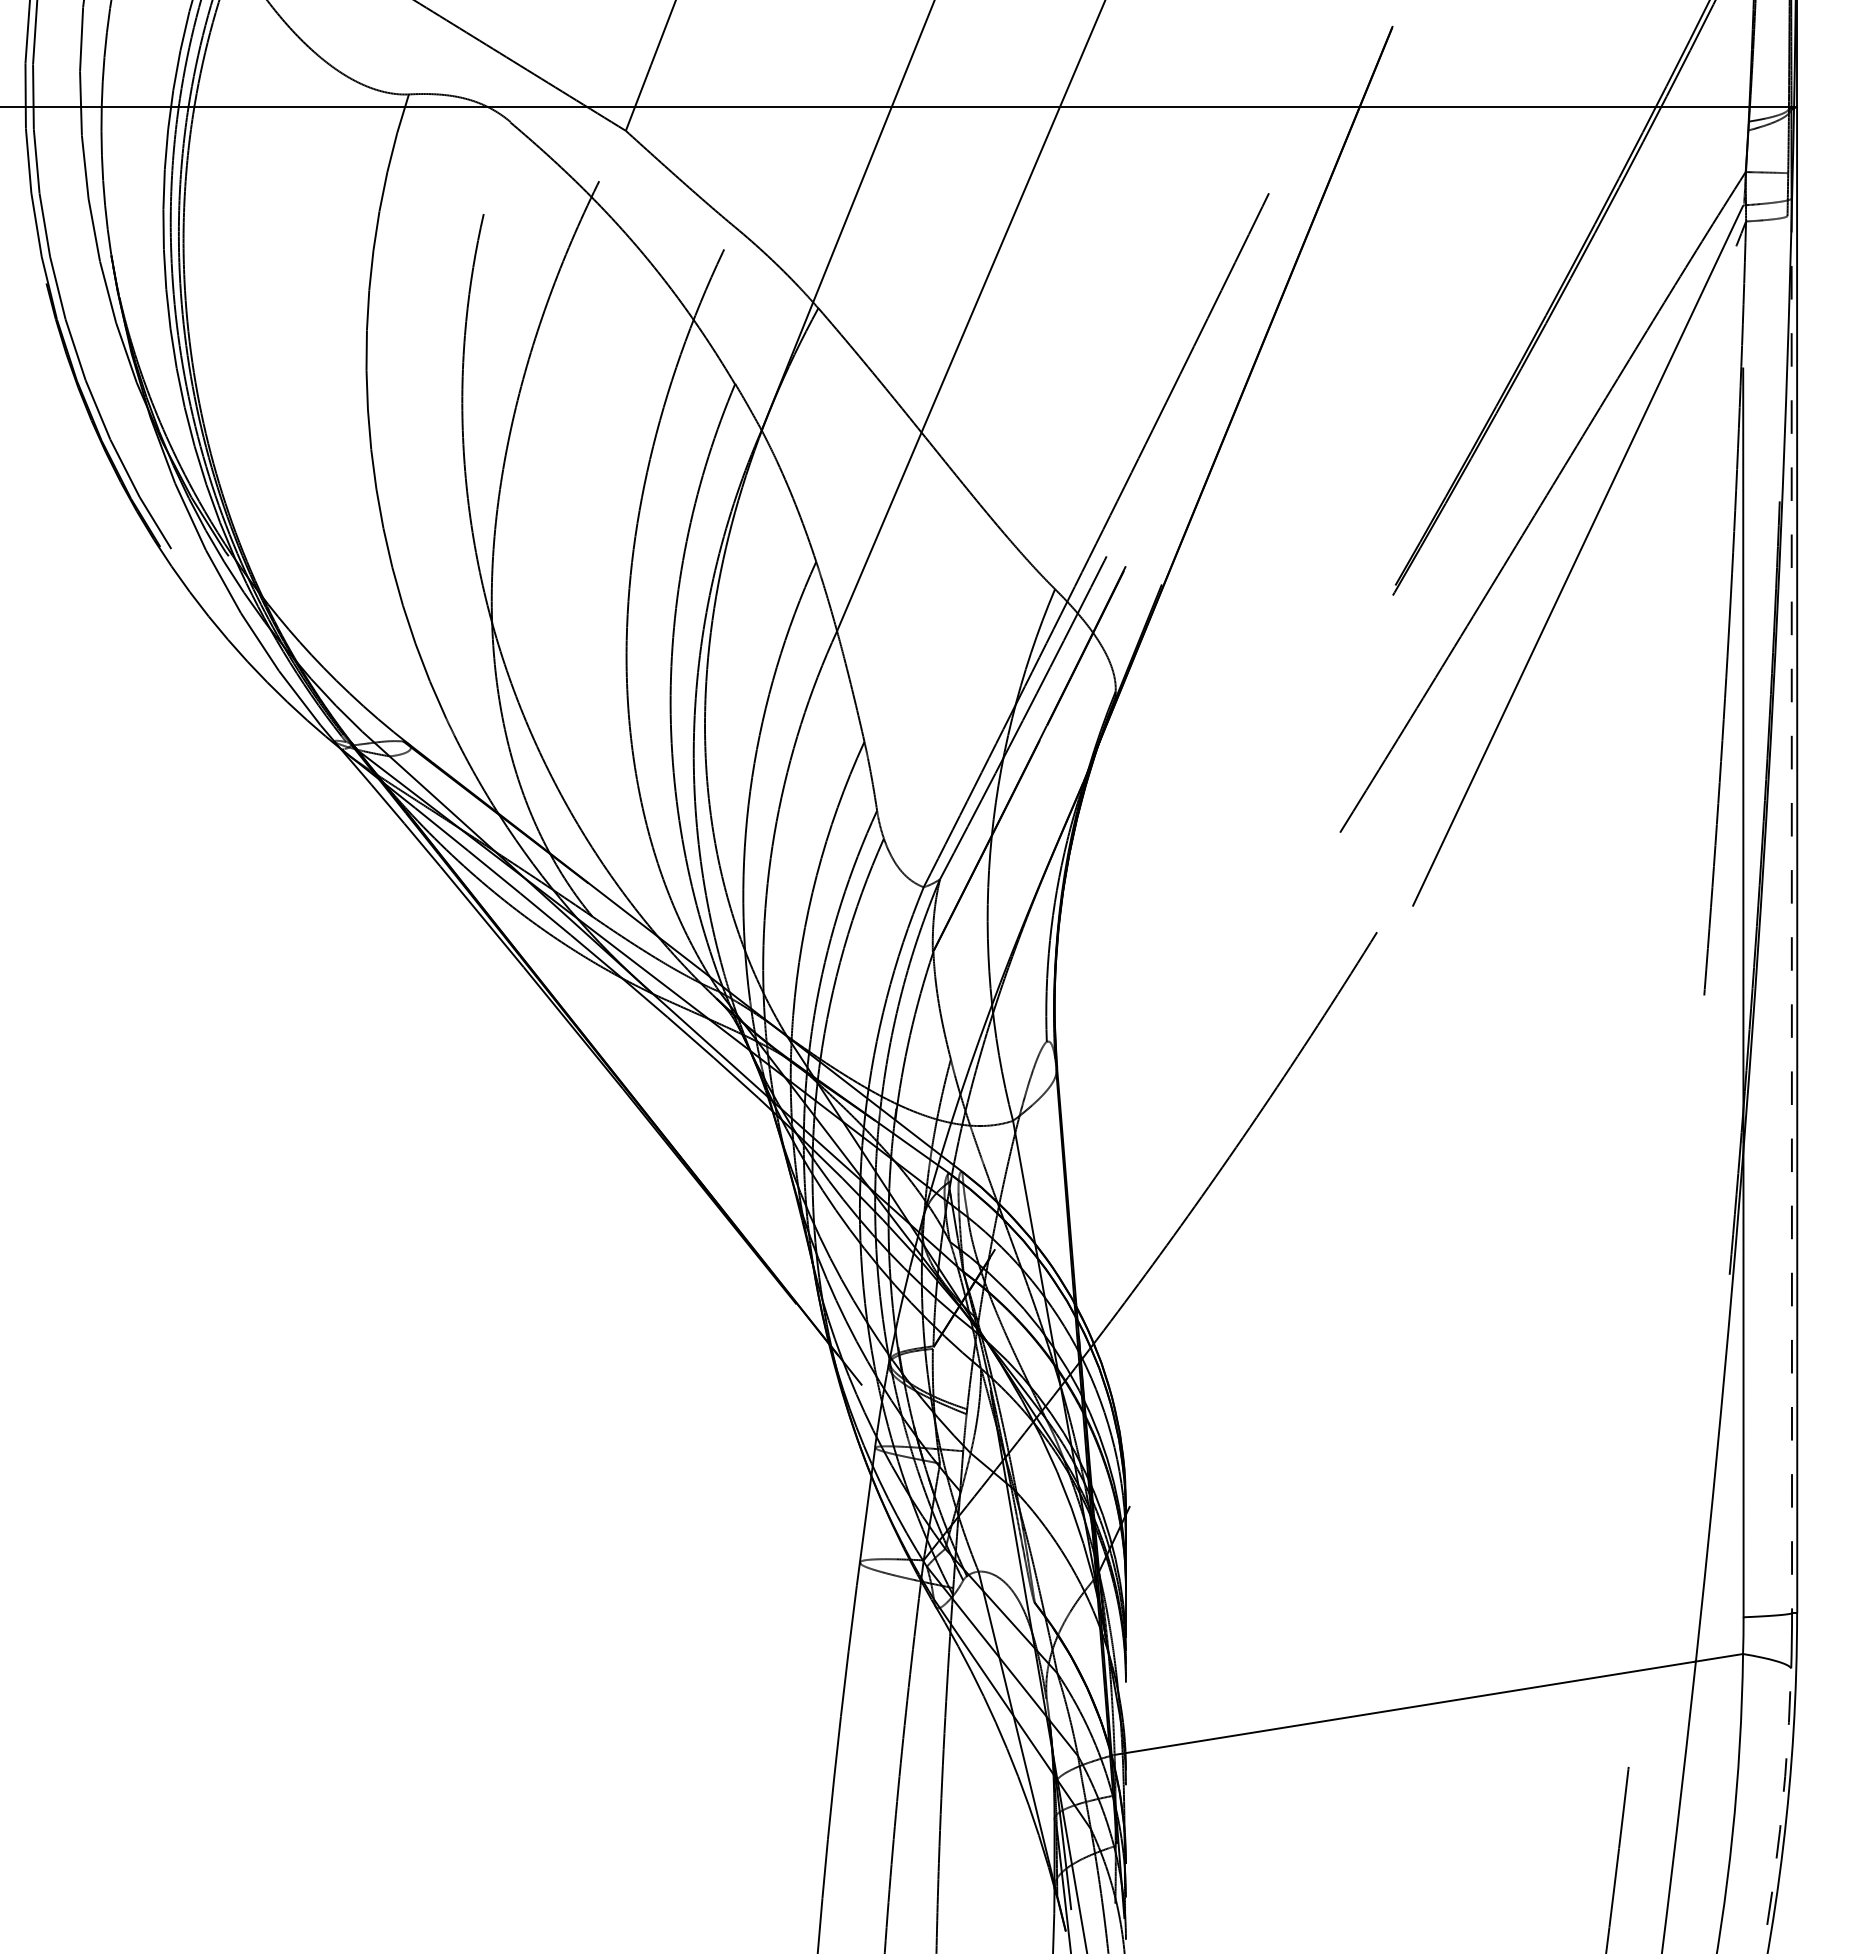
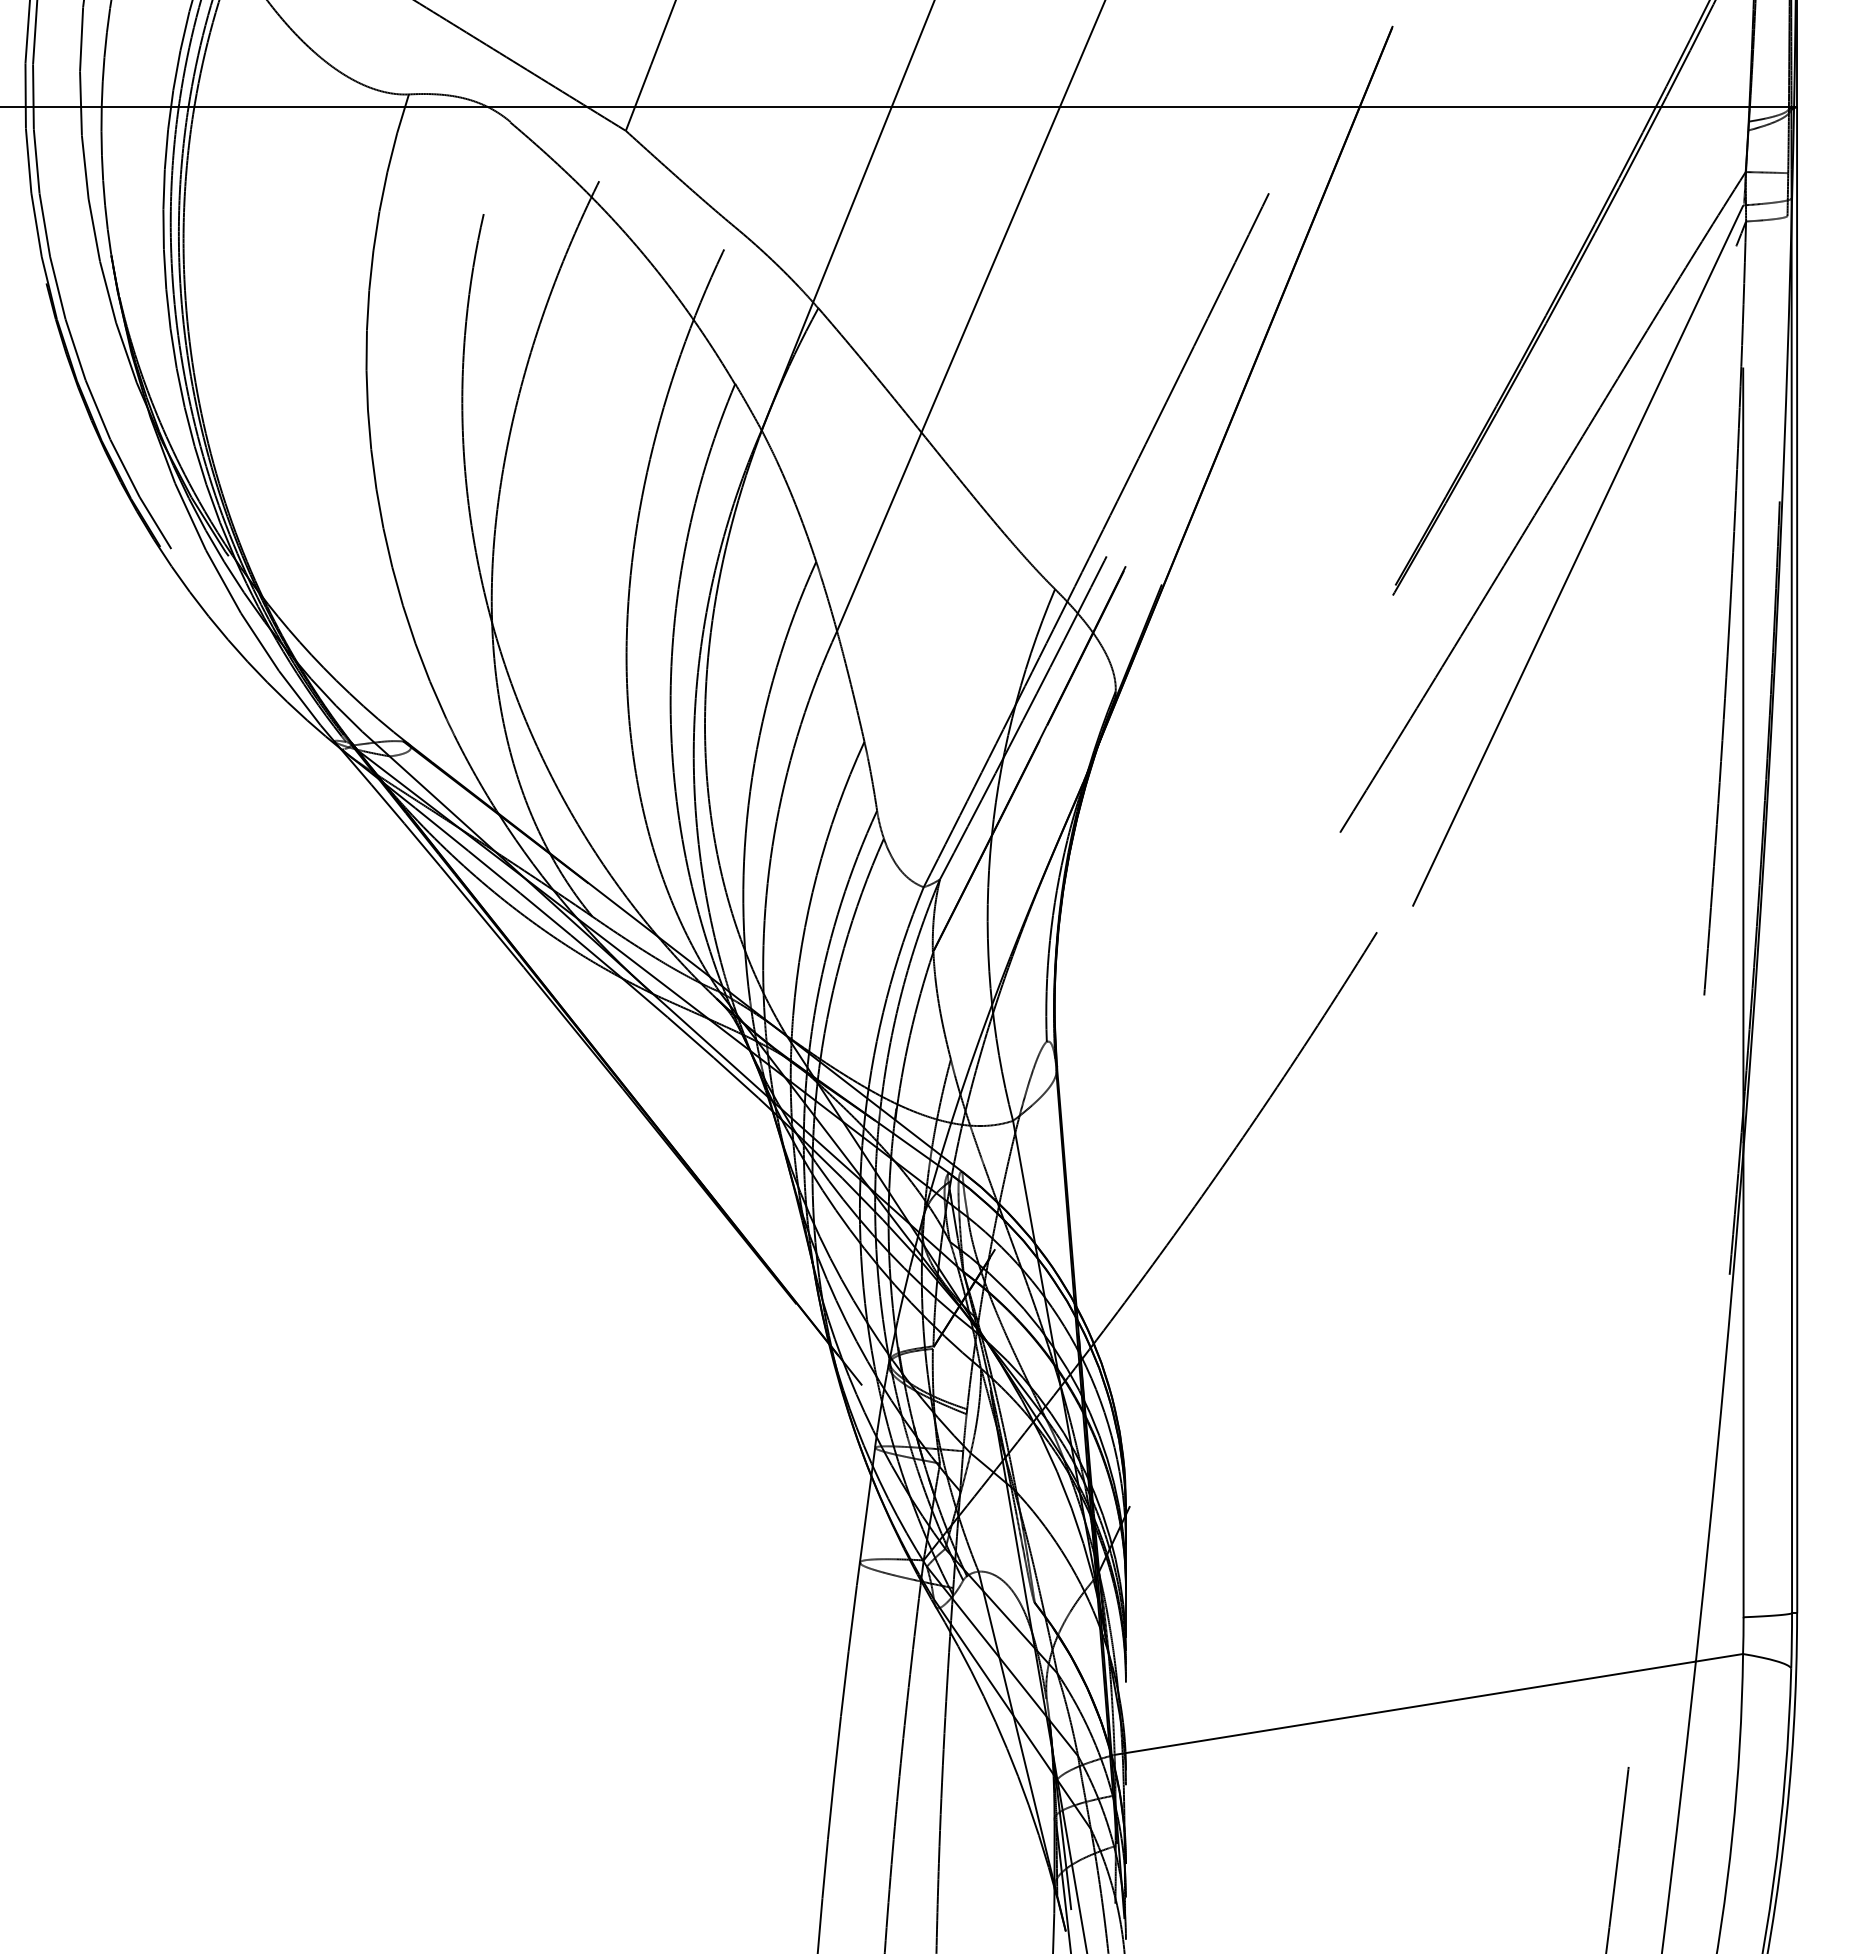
line at (1791, 906): dashed -> solid
arc at (1781, 1810): dashed -> solid
